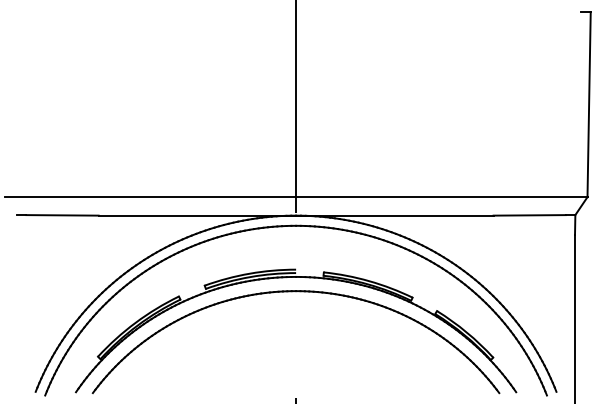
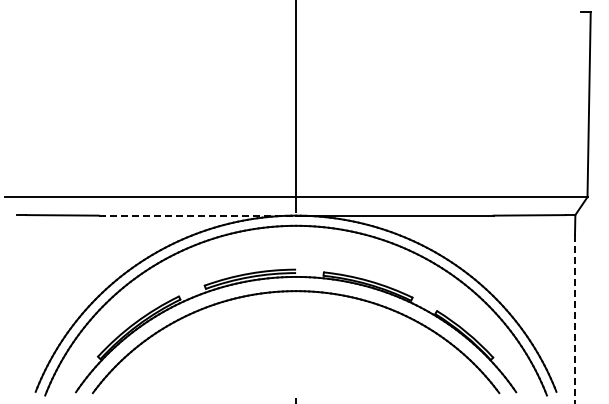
line at (197, 215): solid -> dashed
line at (575, 319): solid -> dashed
